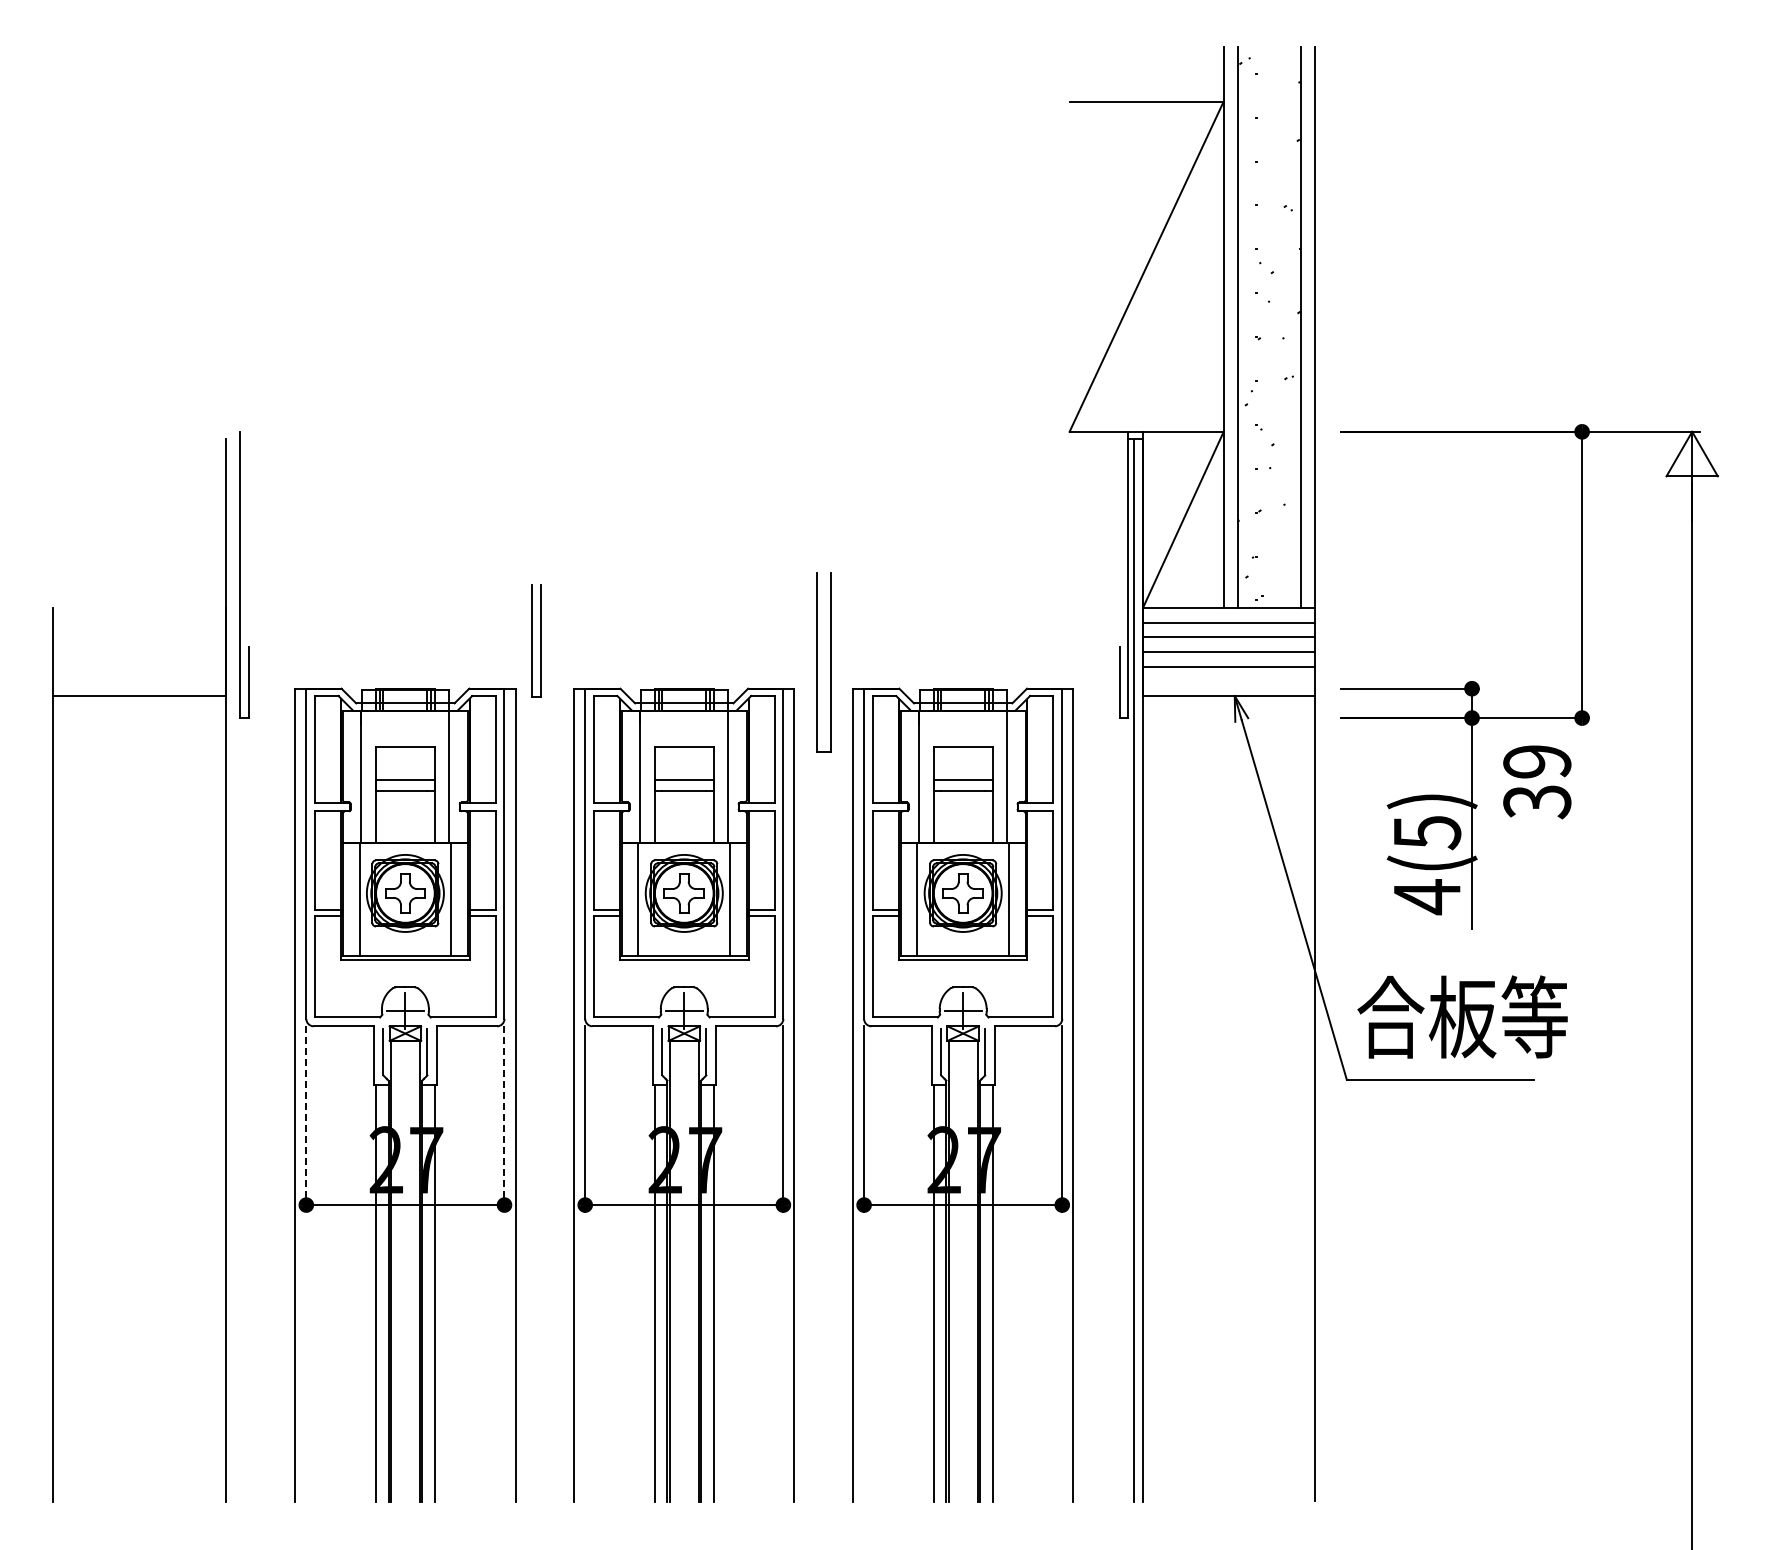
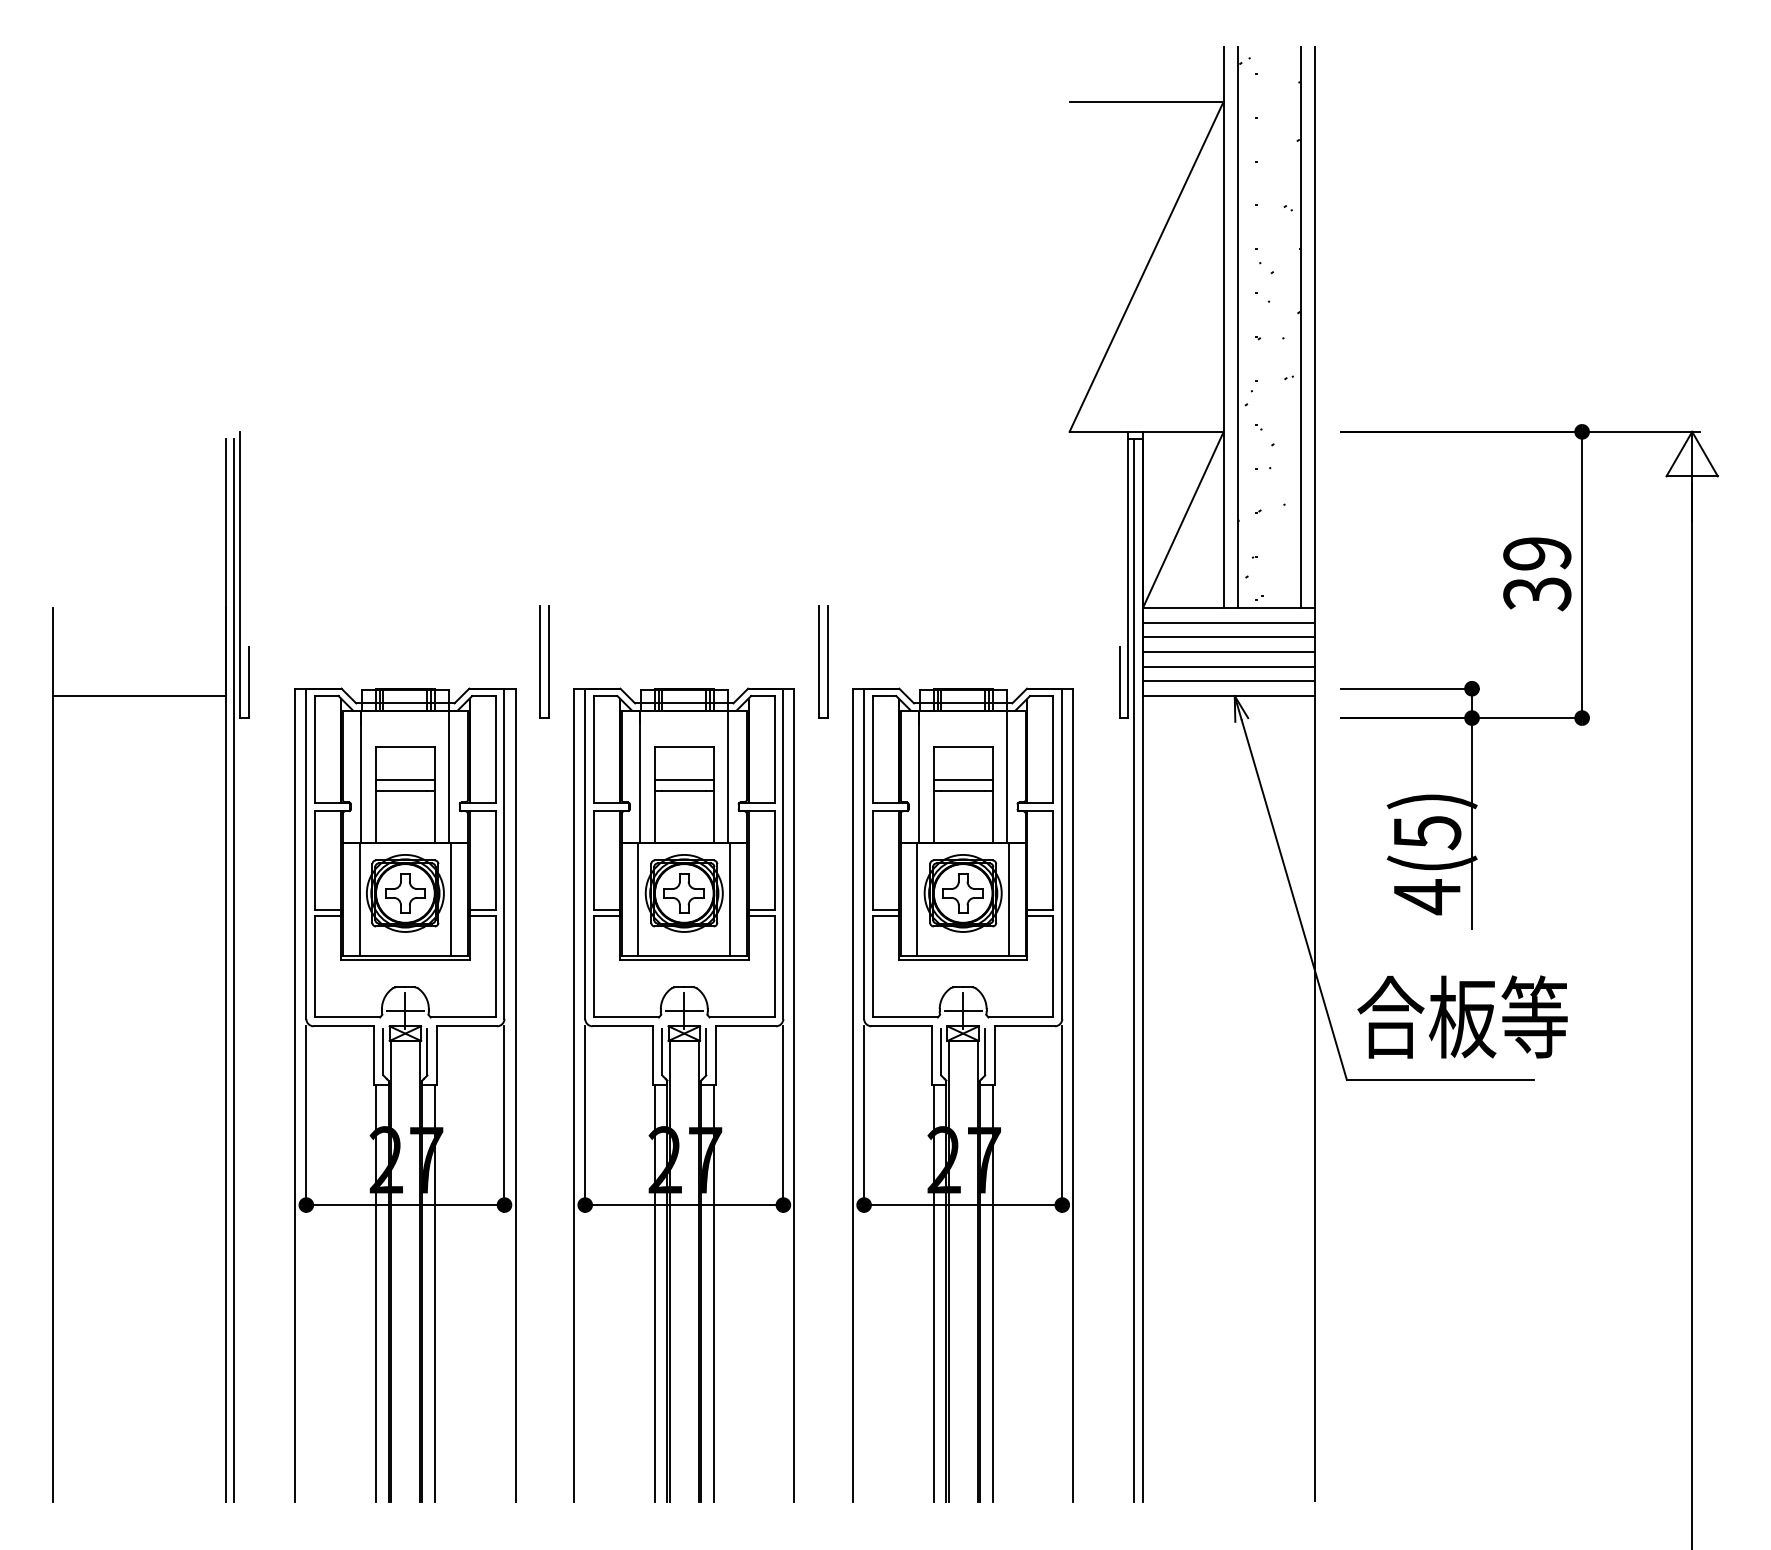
part at (536, 640) position: (536, 640) -> (544, 661)
part at (823, 662) size: 16x181 px -> 11x114 px
line at (1229, 681): none -> present
text at (1537, 782) position: (1537, 782) -> (1537, 574)
line at (234, 970): none -> present
line at (306, 1119): dashed -> solid
line at (504, 1119): dashed -> solid
